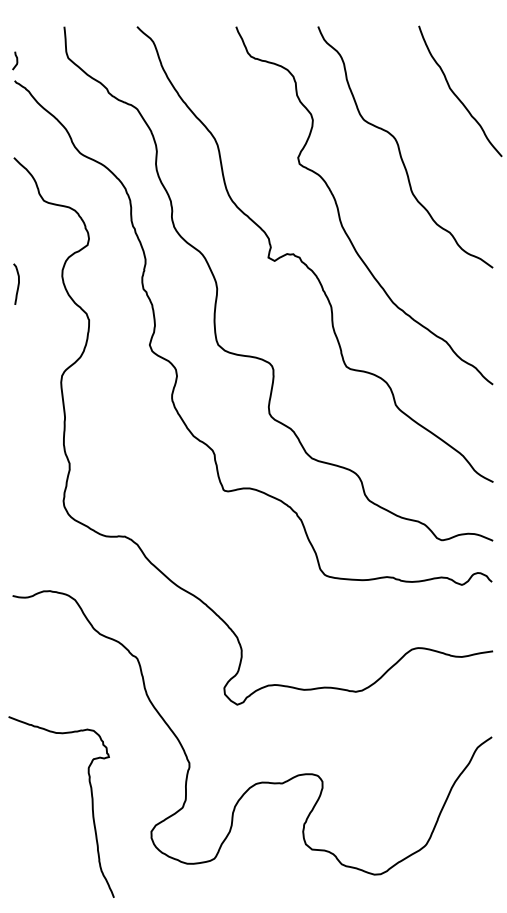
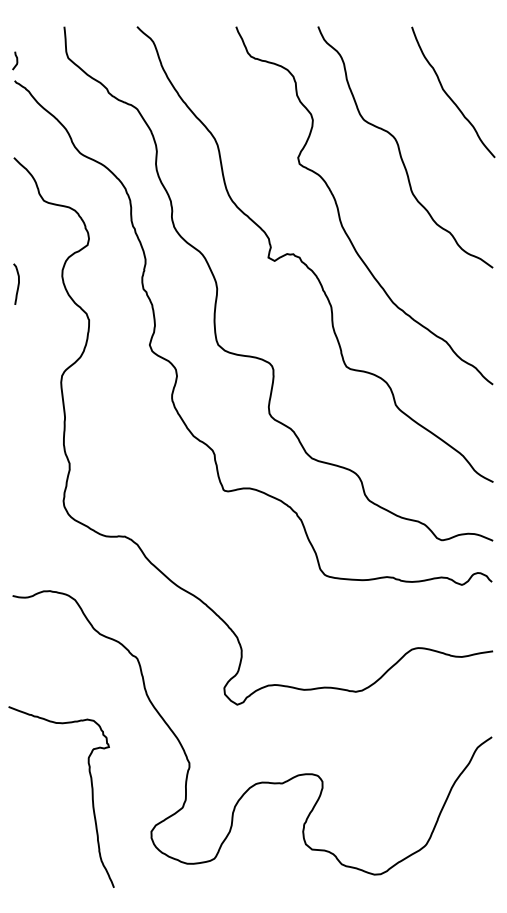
curve at (456, 94) position: (456, 94) -> (449, 95)
curve at (91, 806) position: (91, 806) -> (91, 796)
